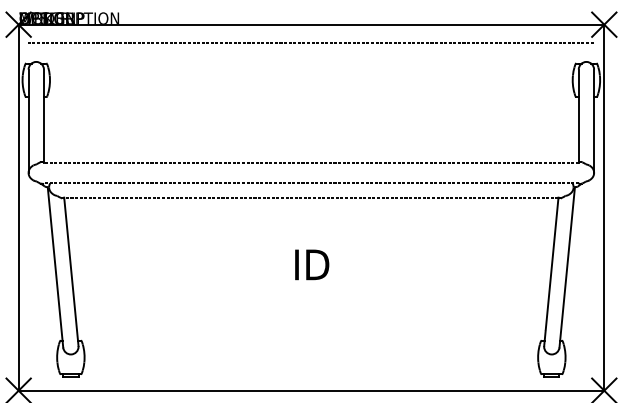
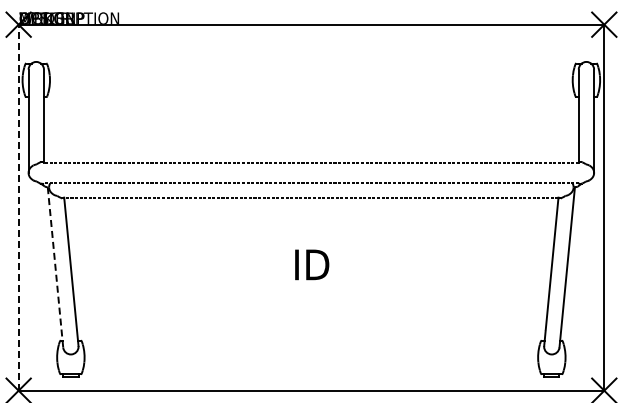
line at (311, 43): present -> none
line at (18, 207): solid -> dashed
line at (55, 267): solid -> dashed
